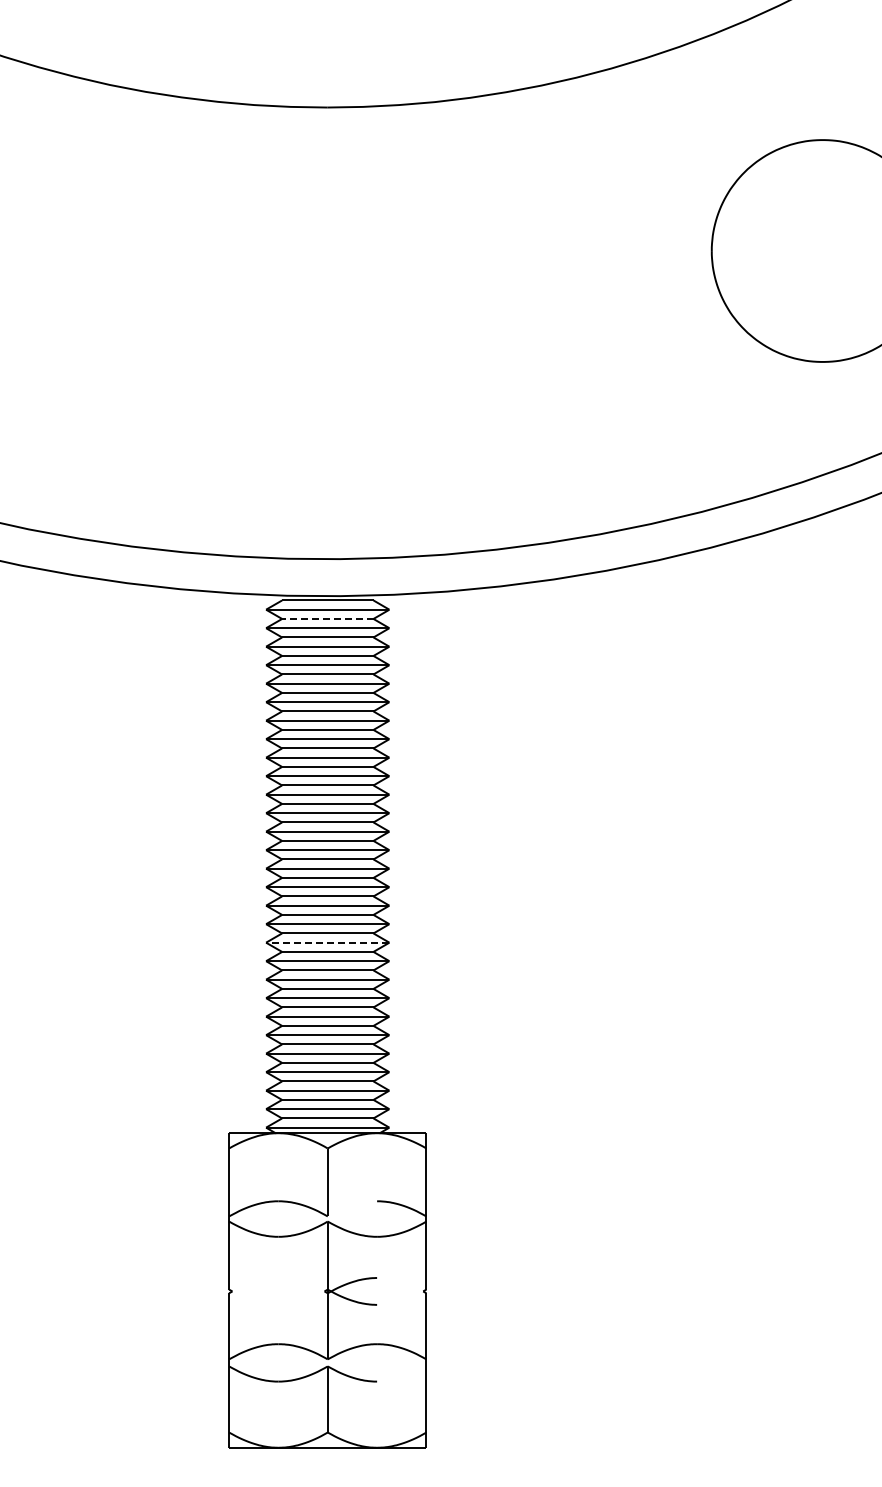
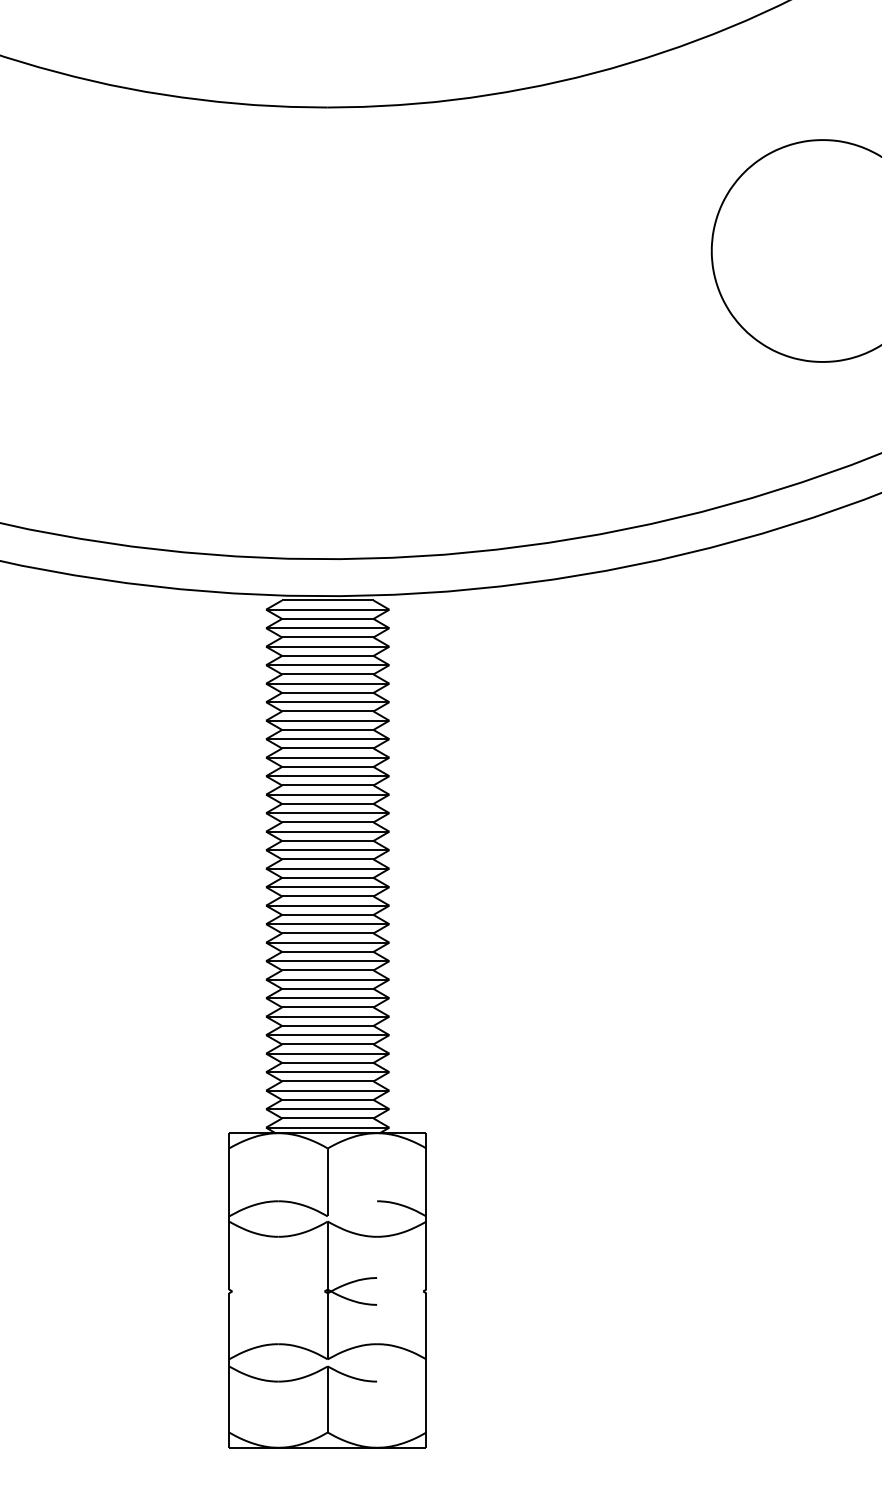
line at (327, 618): dashed -> solid
line at (327, 942): dashed -> solid
